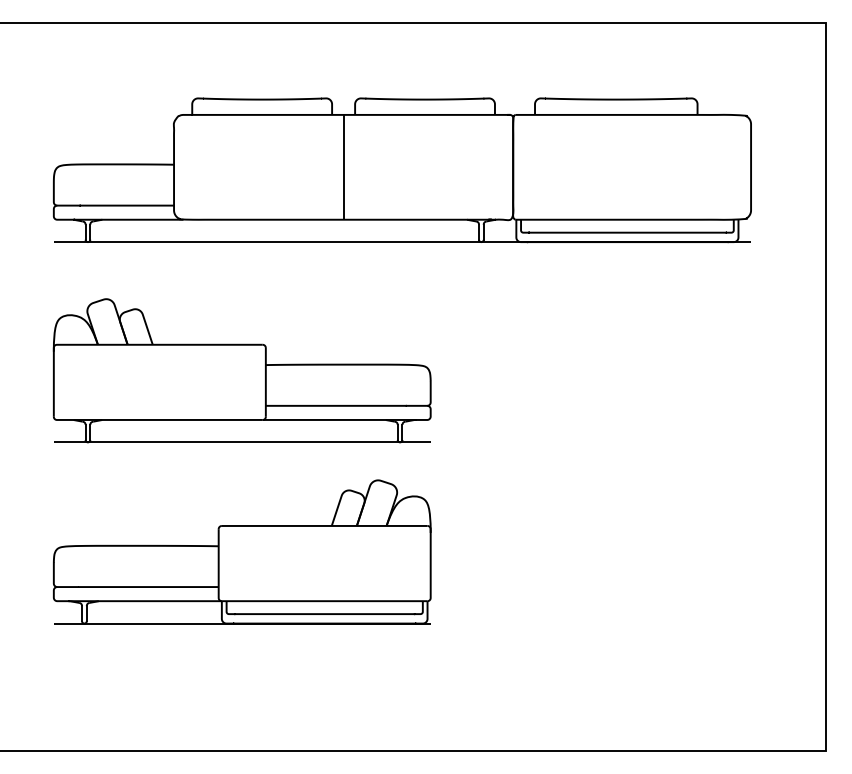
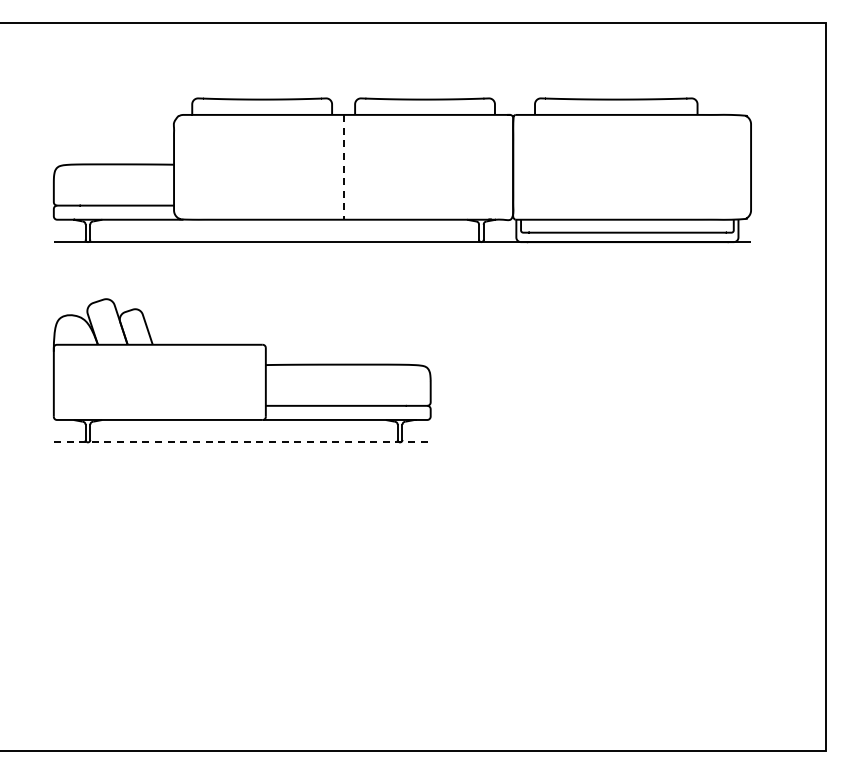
line at (343, 167): solid -> dashed
line at (242, 442): solid -> dashed
part at (242, 551): present -> none
